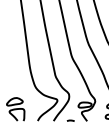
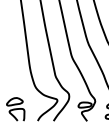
curve at (70, 120): present -> none
